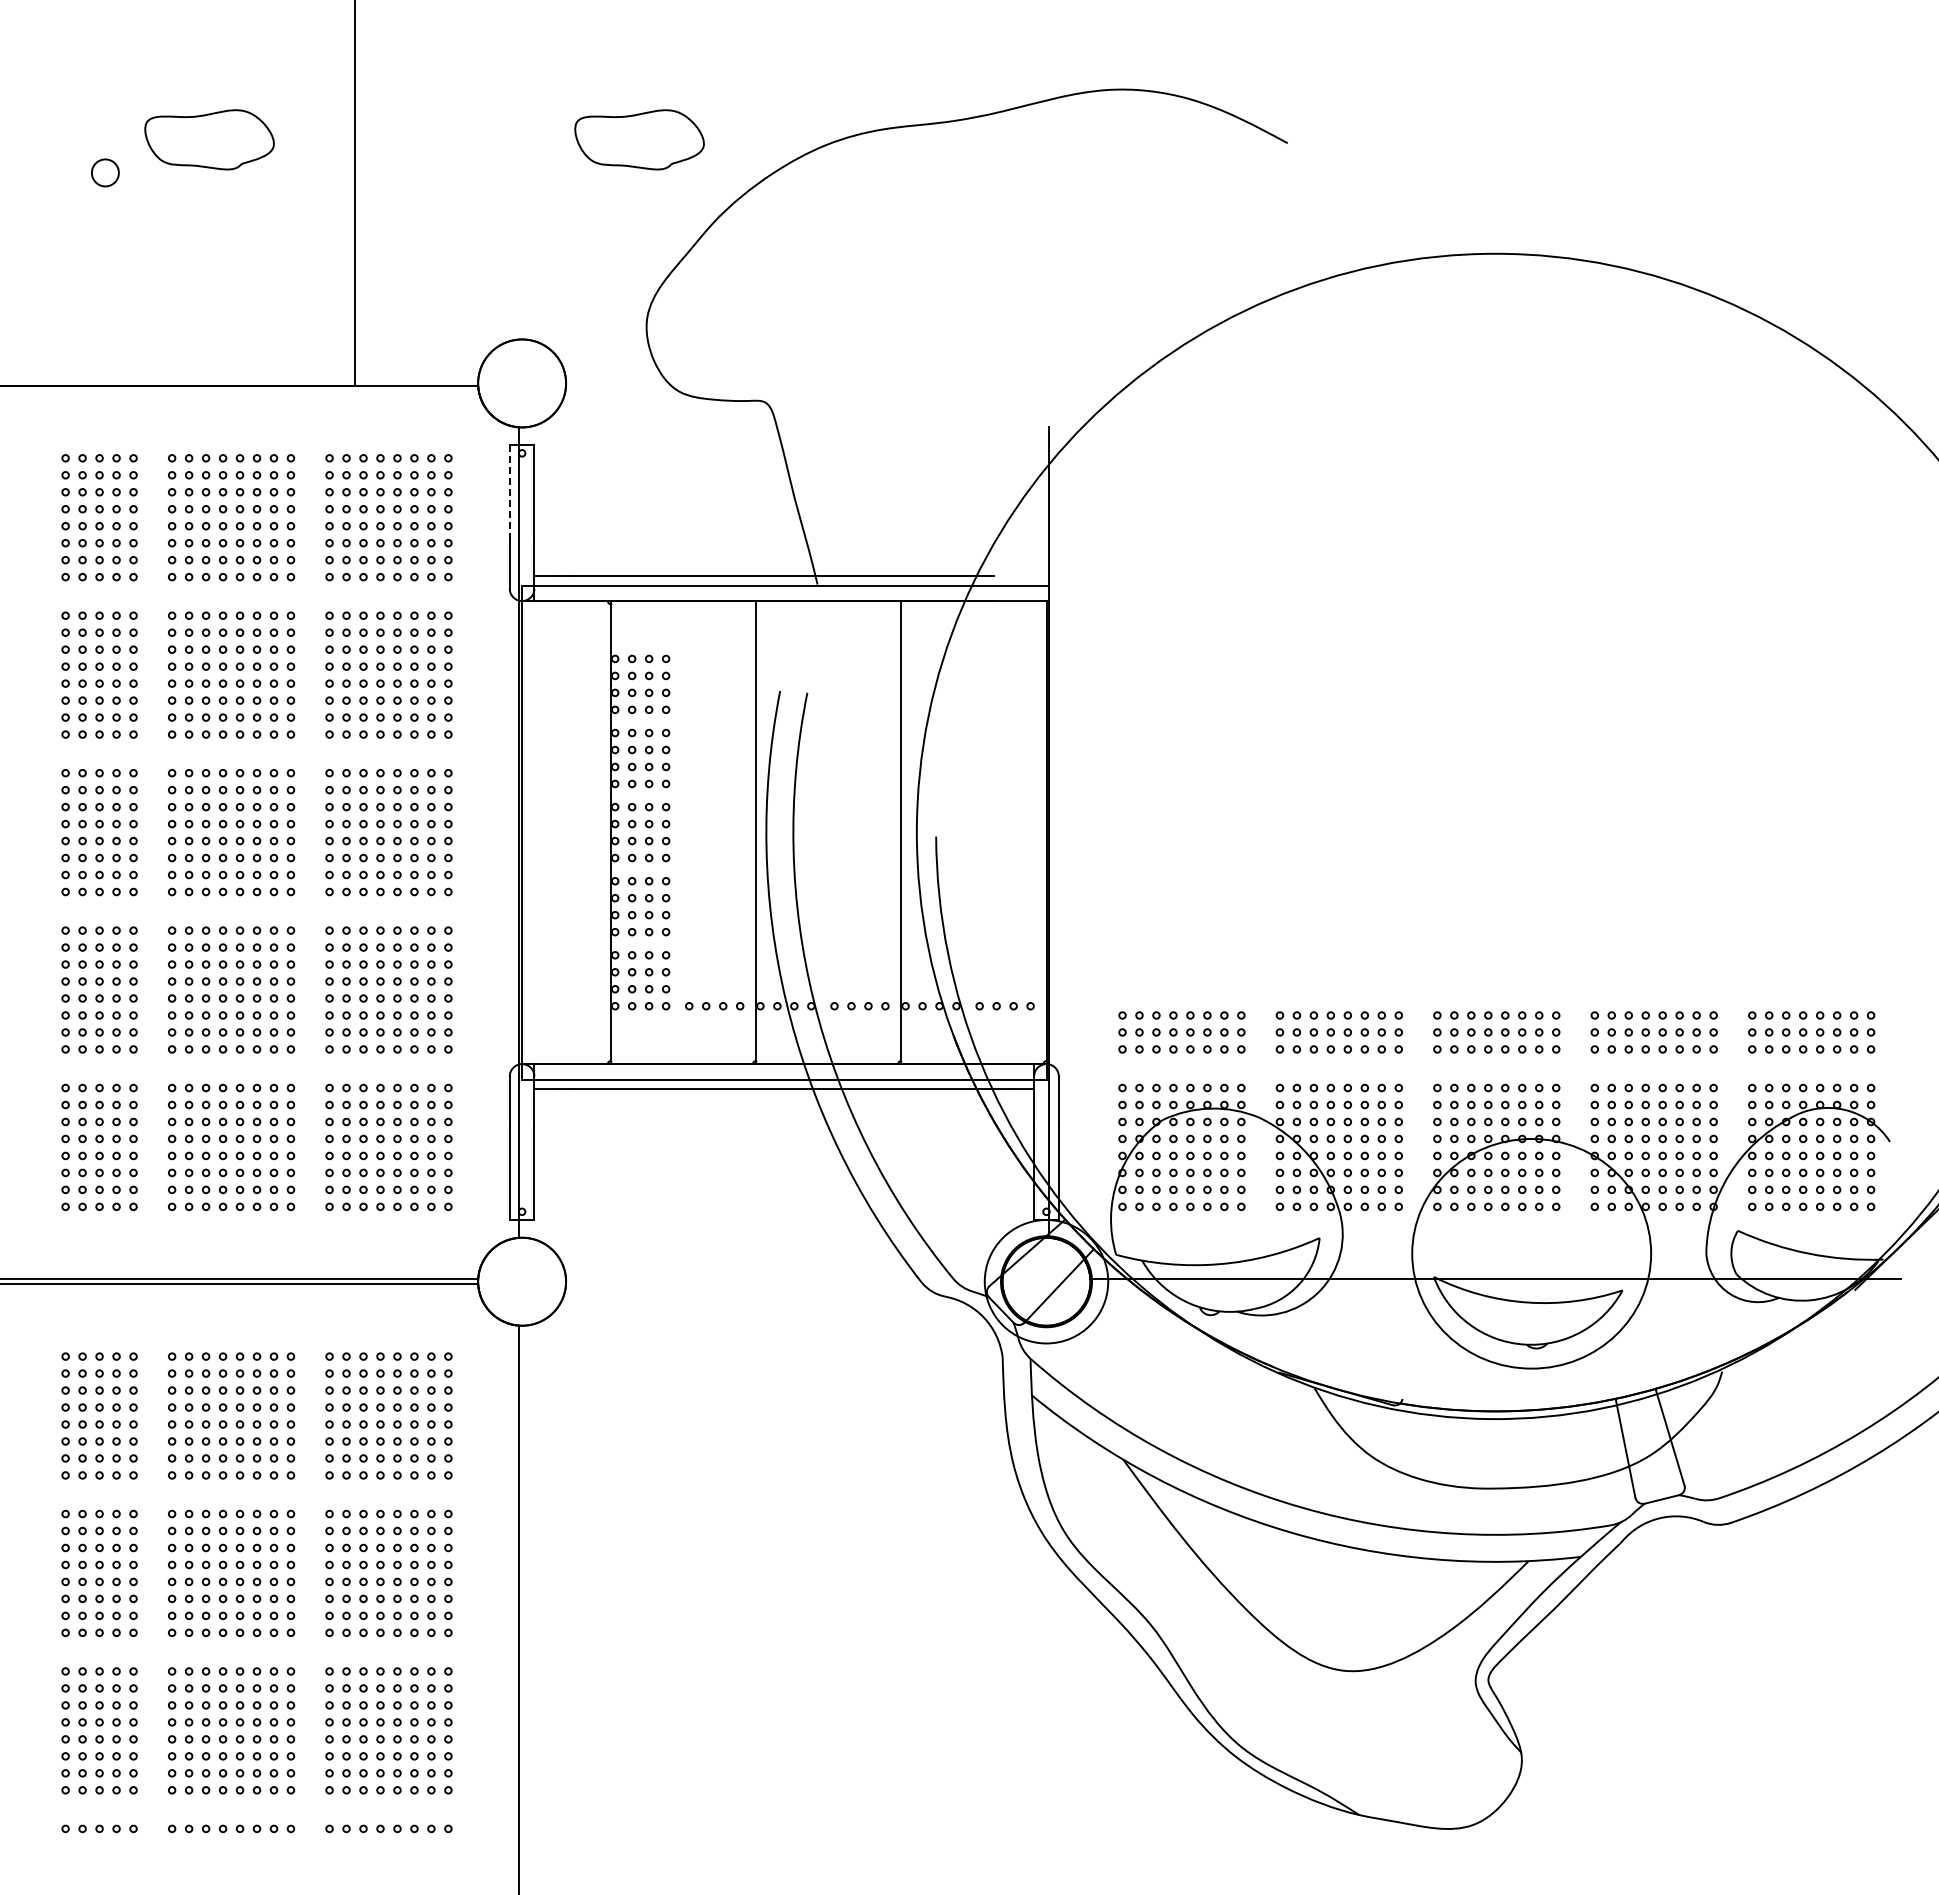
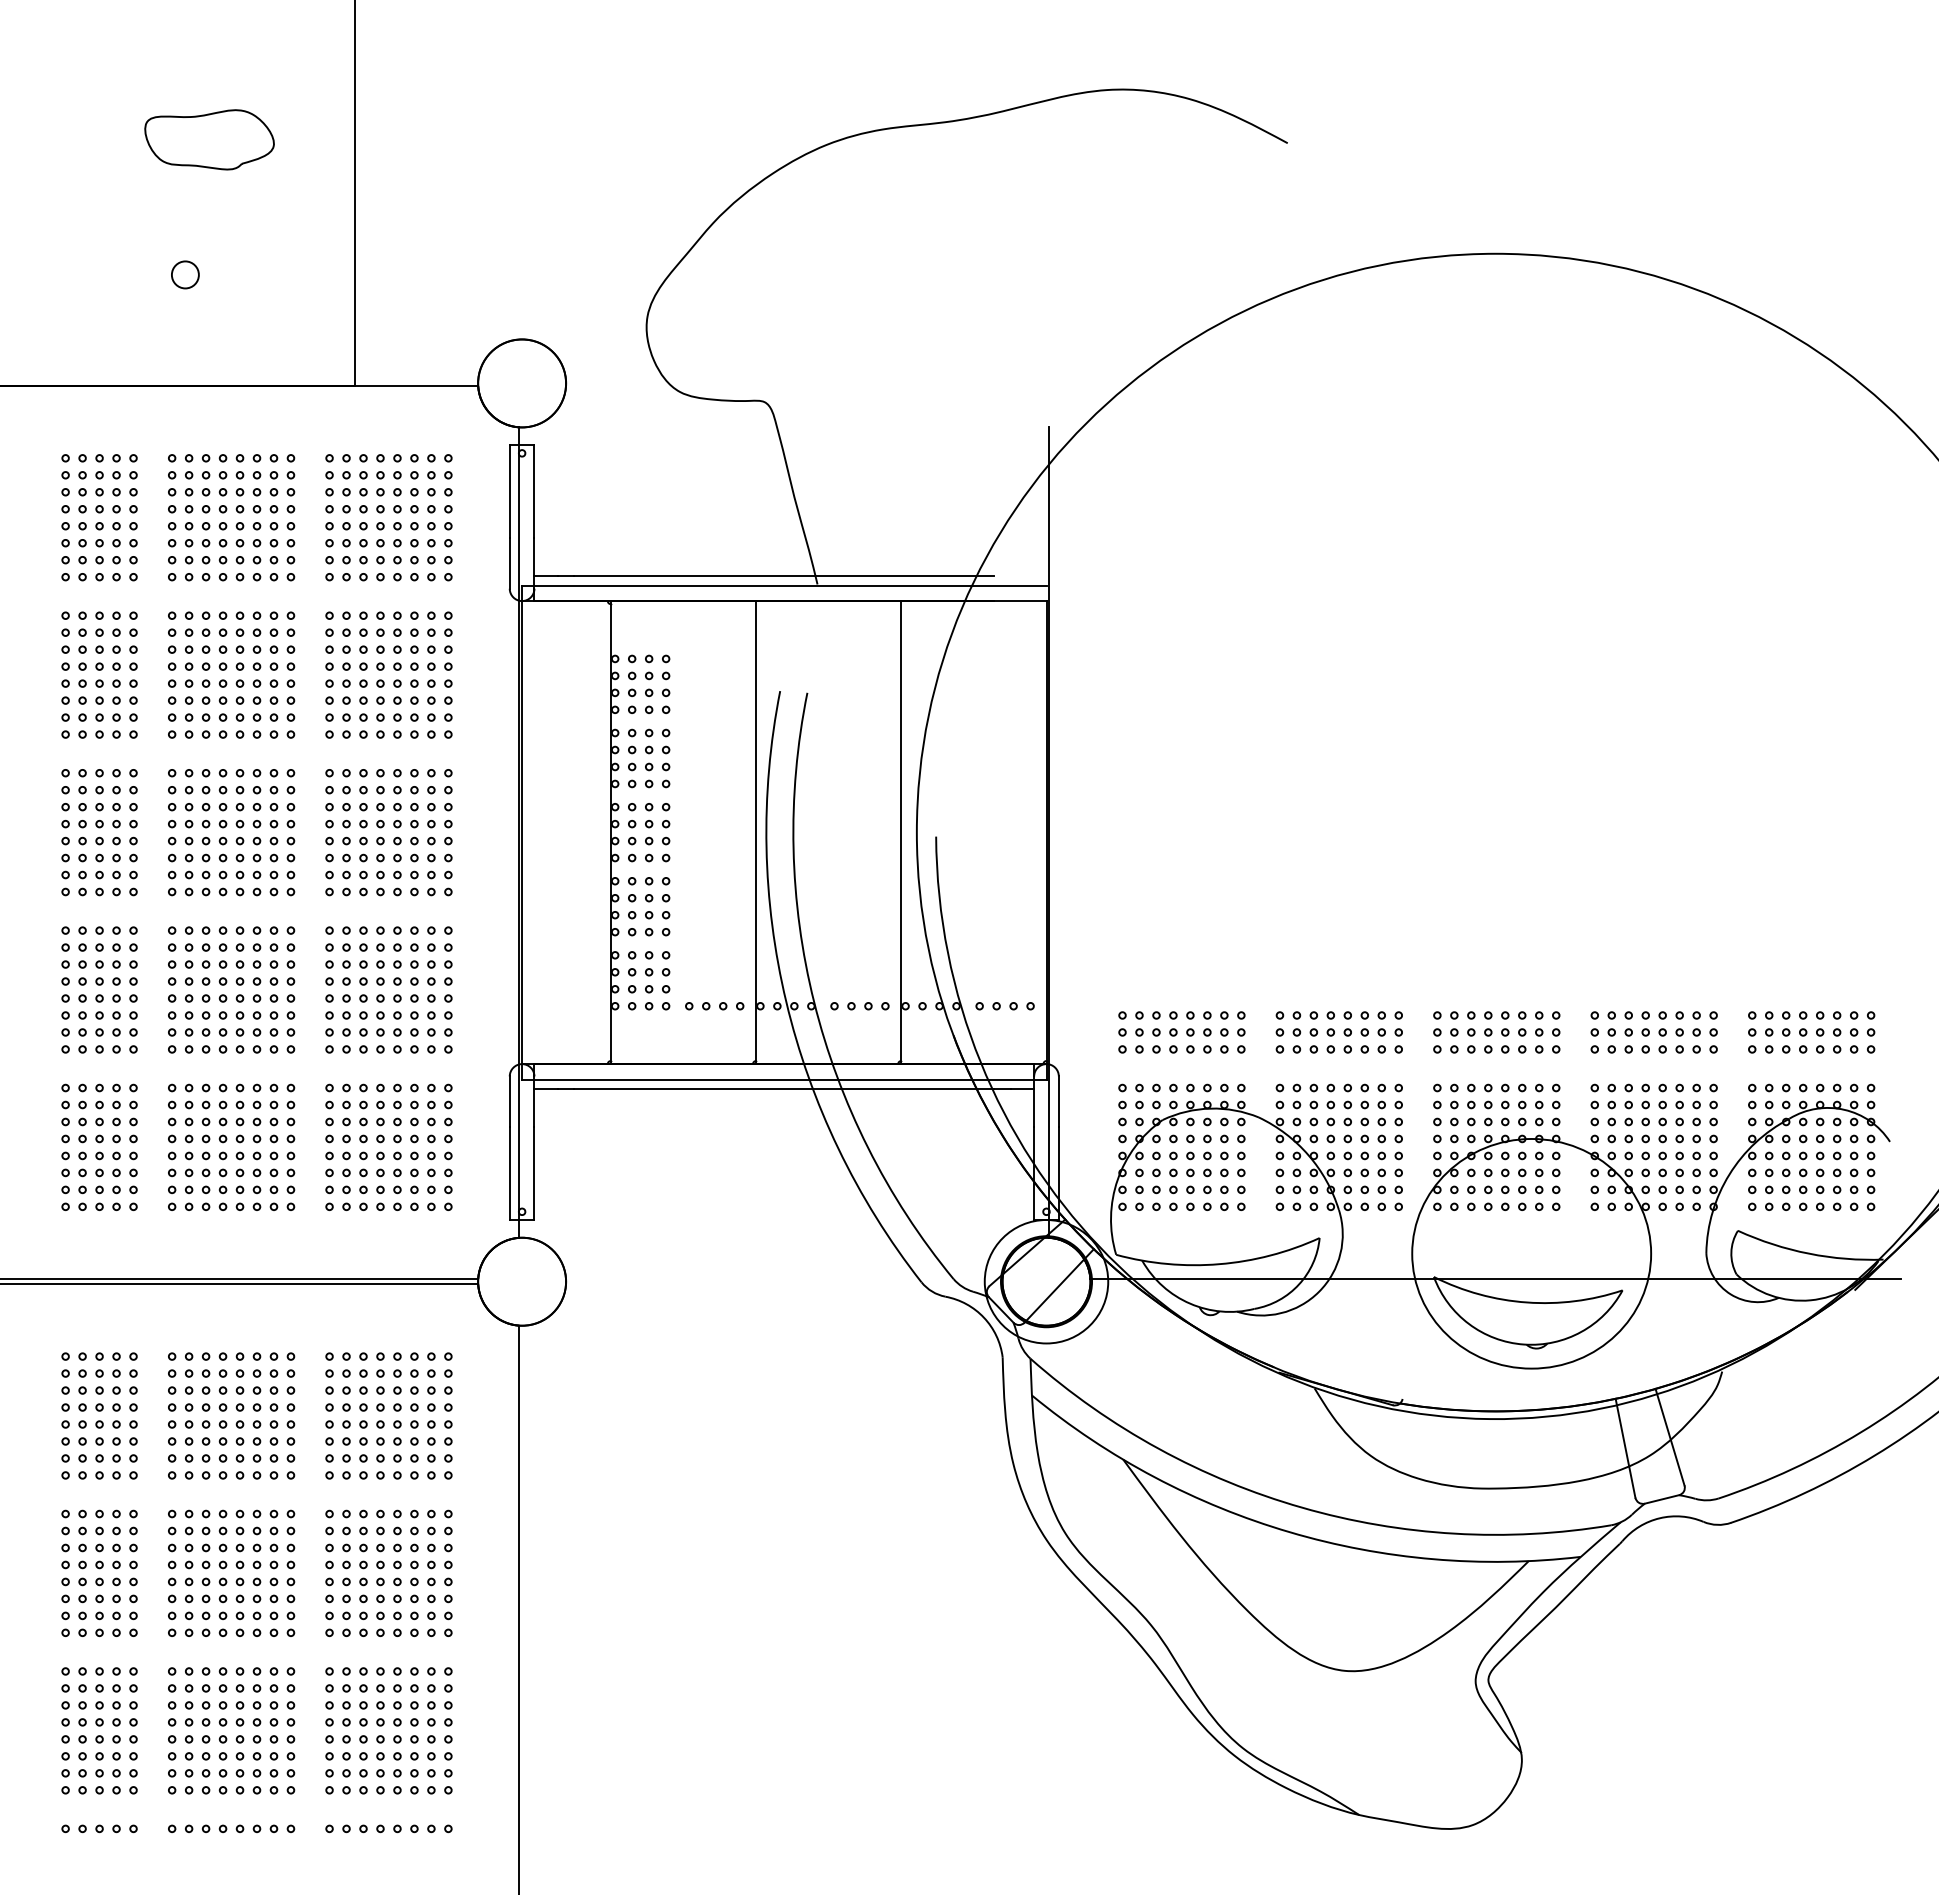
part at (639, 139): present -> none
circle at (105, 172) position: (105, 172) -> (185, 274)
line at (509, 491): dashed -> solid
